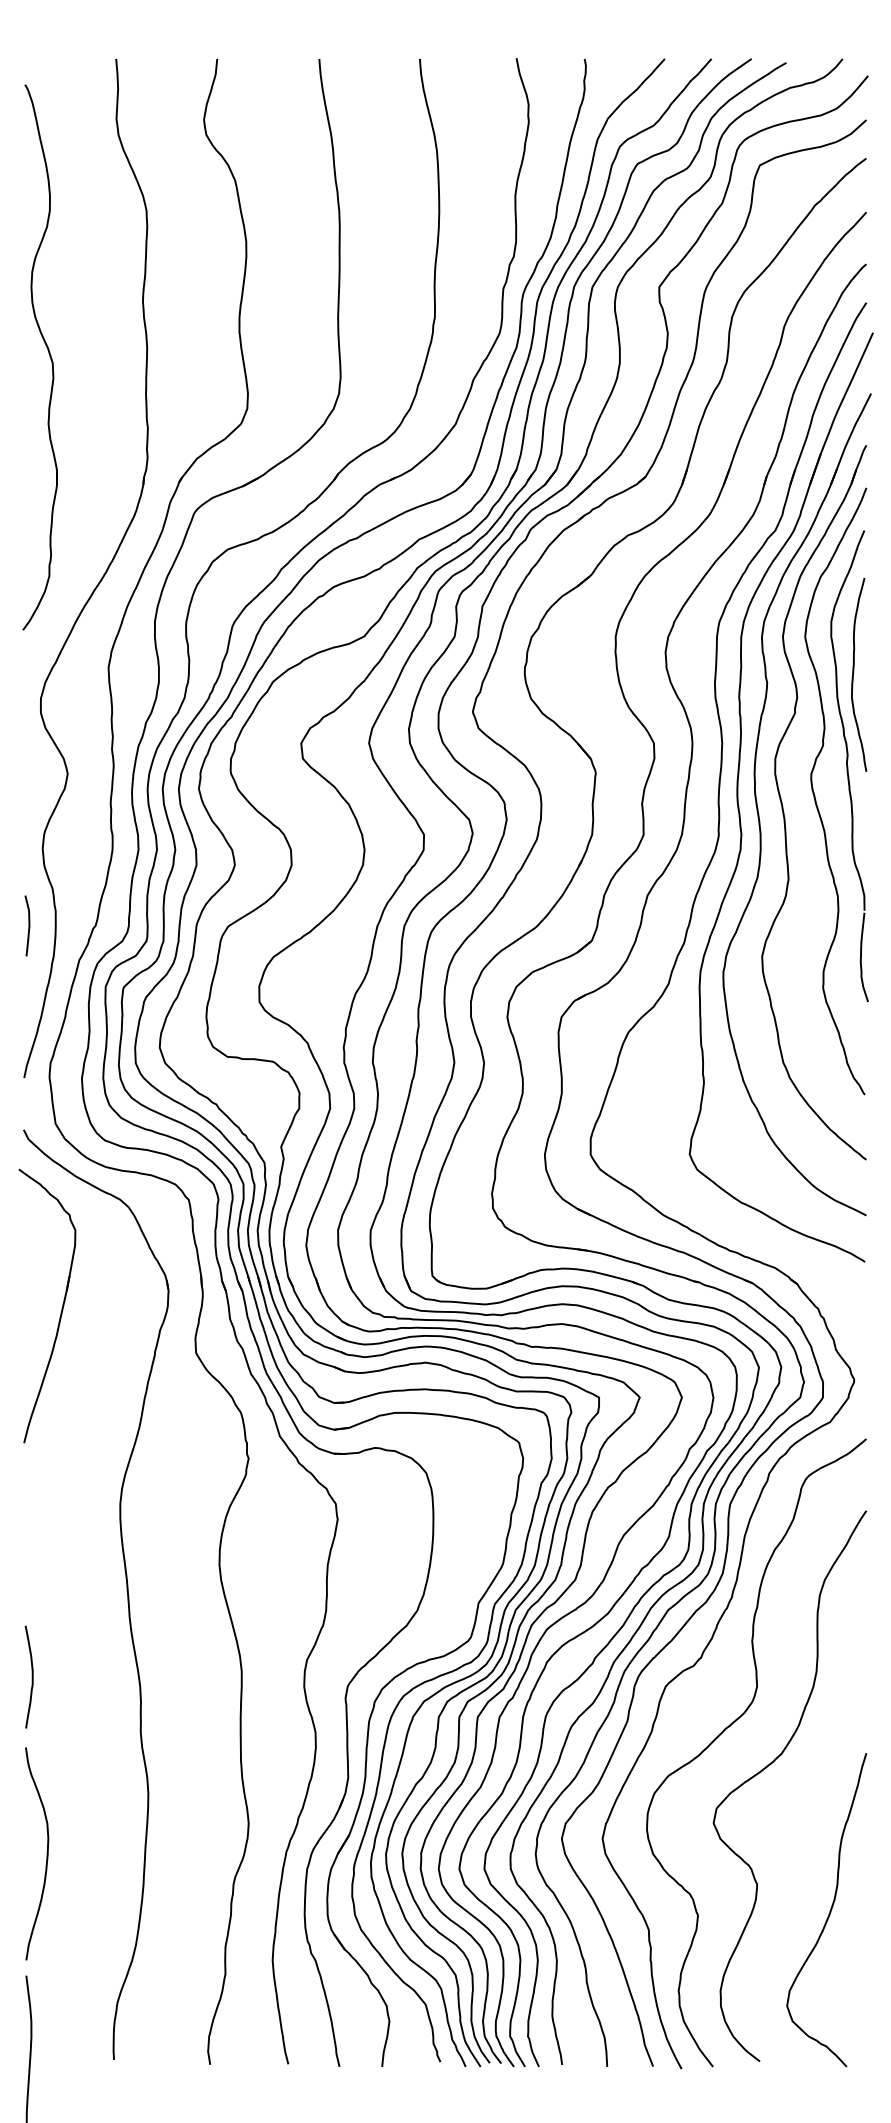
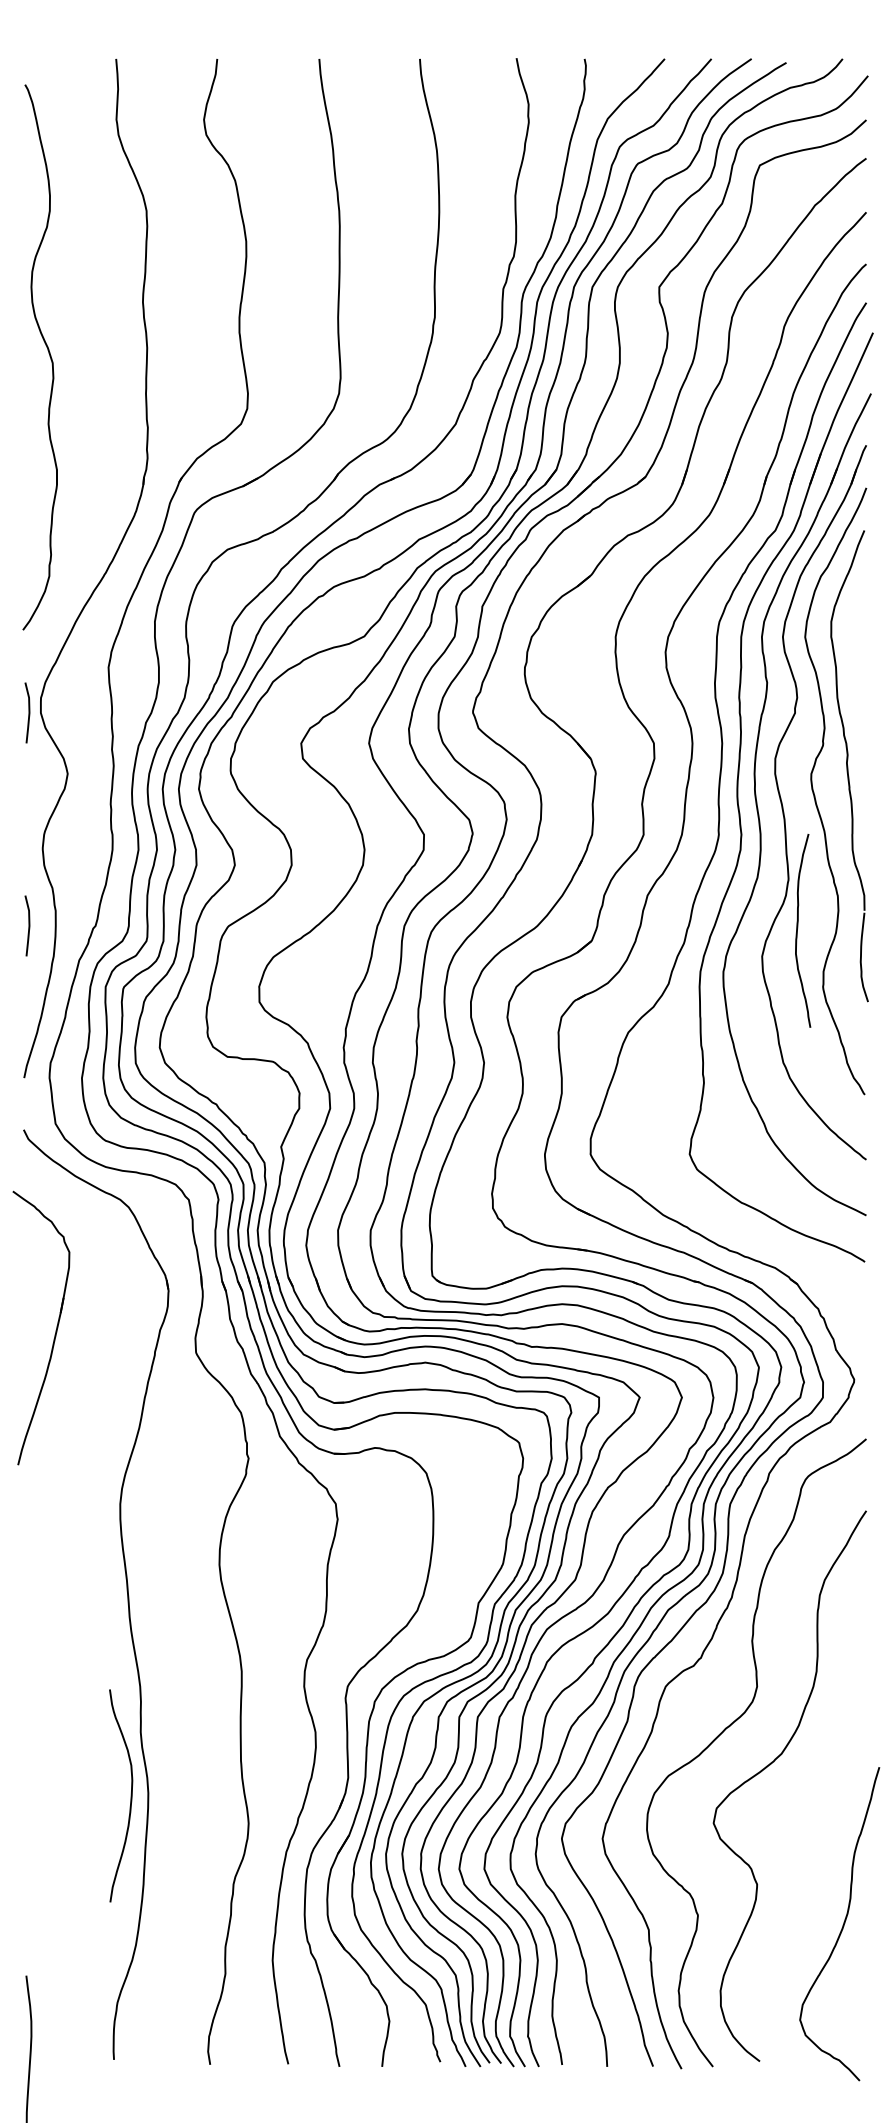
curve at (854, 672) position: (854, 672) -> (798, 928)
line at (28, 712): none -> present
part at (61, 1308) position: (61, 1308) -> (55, 1330)
curve at (31, 1676): present -> none
curve at (46, 1853) position: (46, 1853) -> (130, 1795)
curve at (829, 1911) position: (829, 1911) -> (842, 1925)
